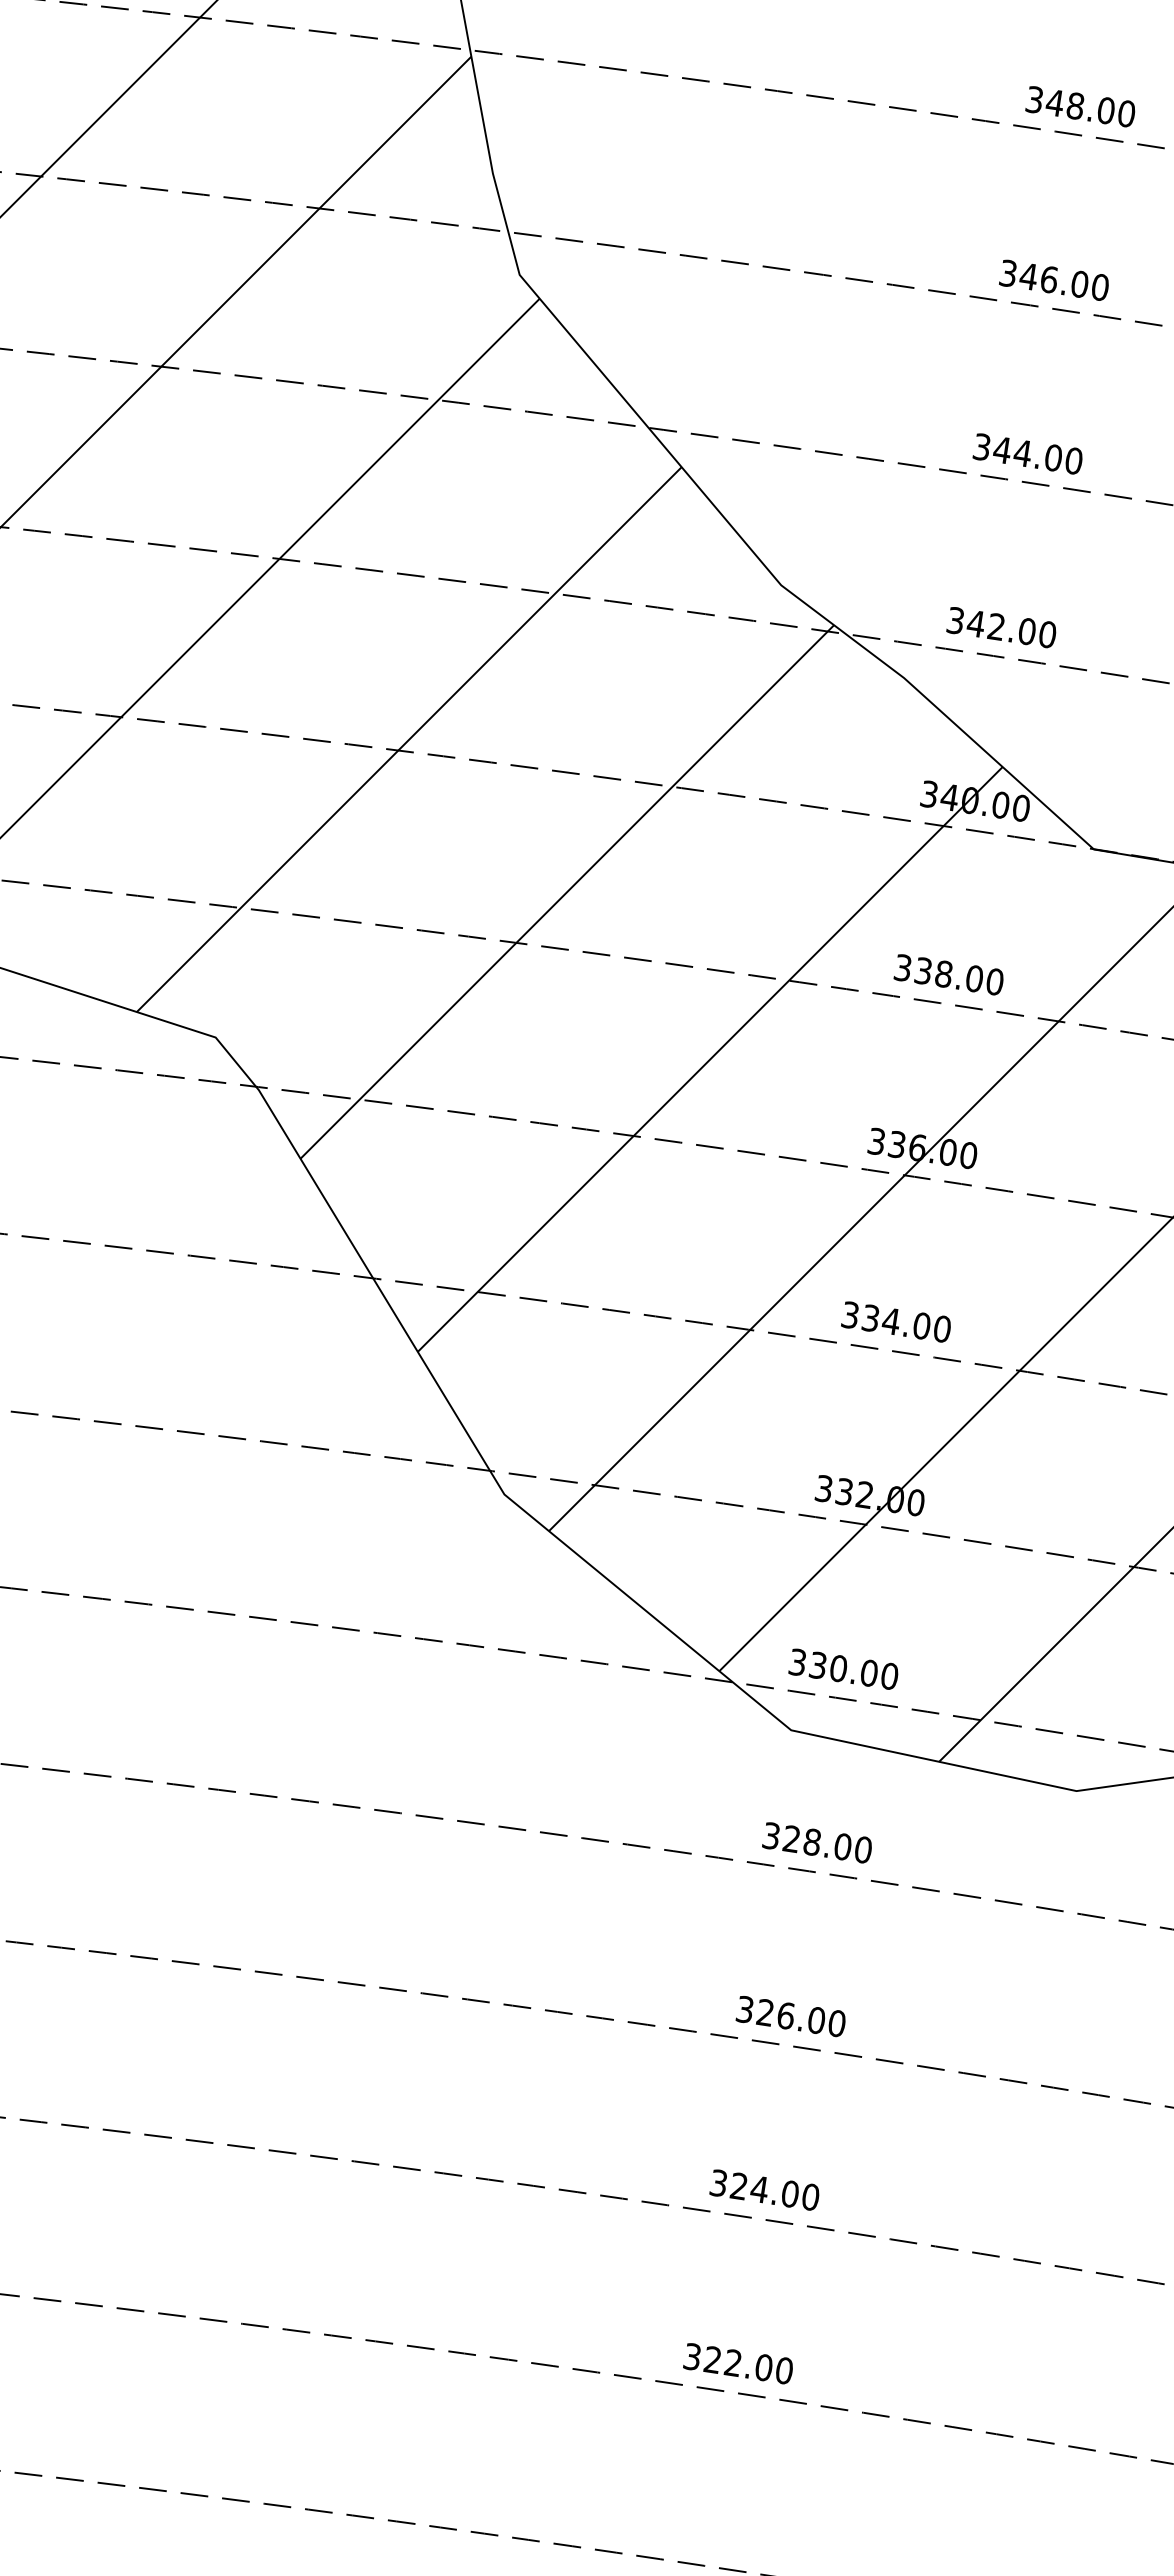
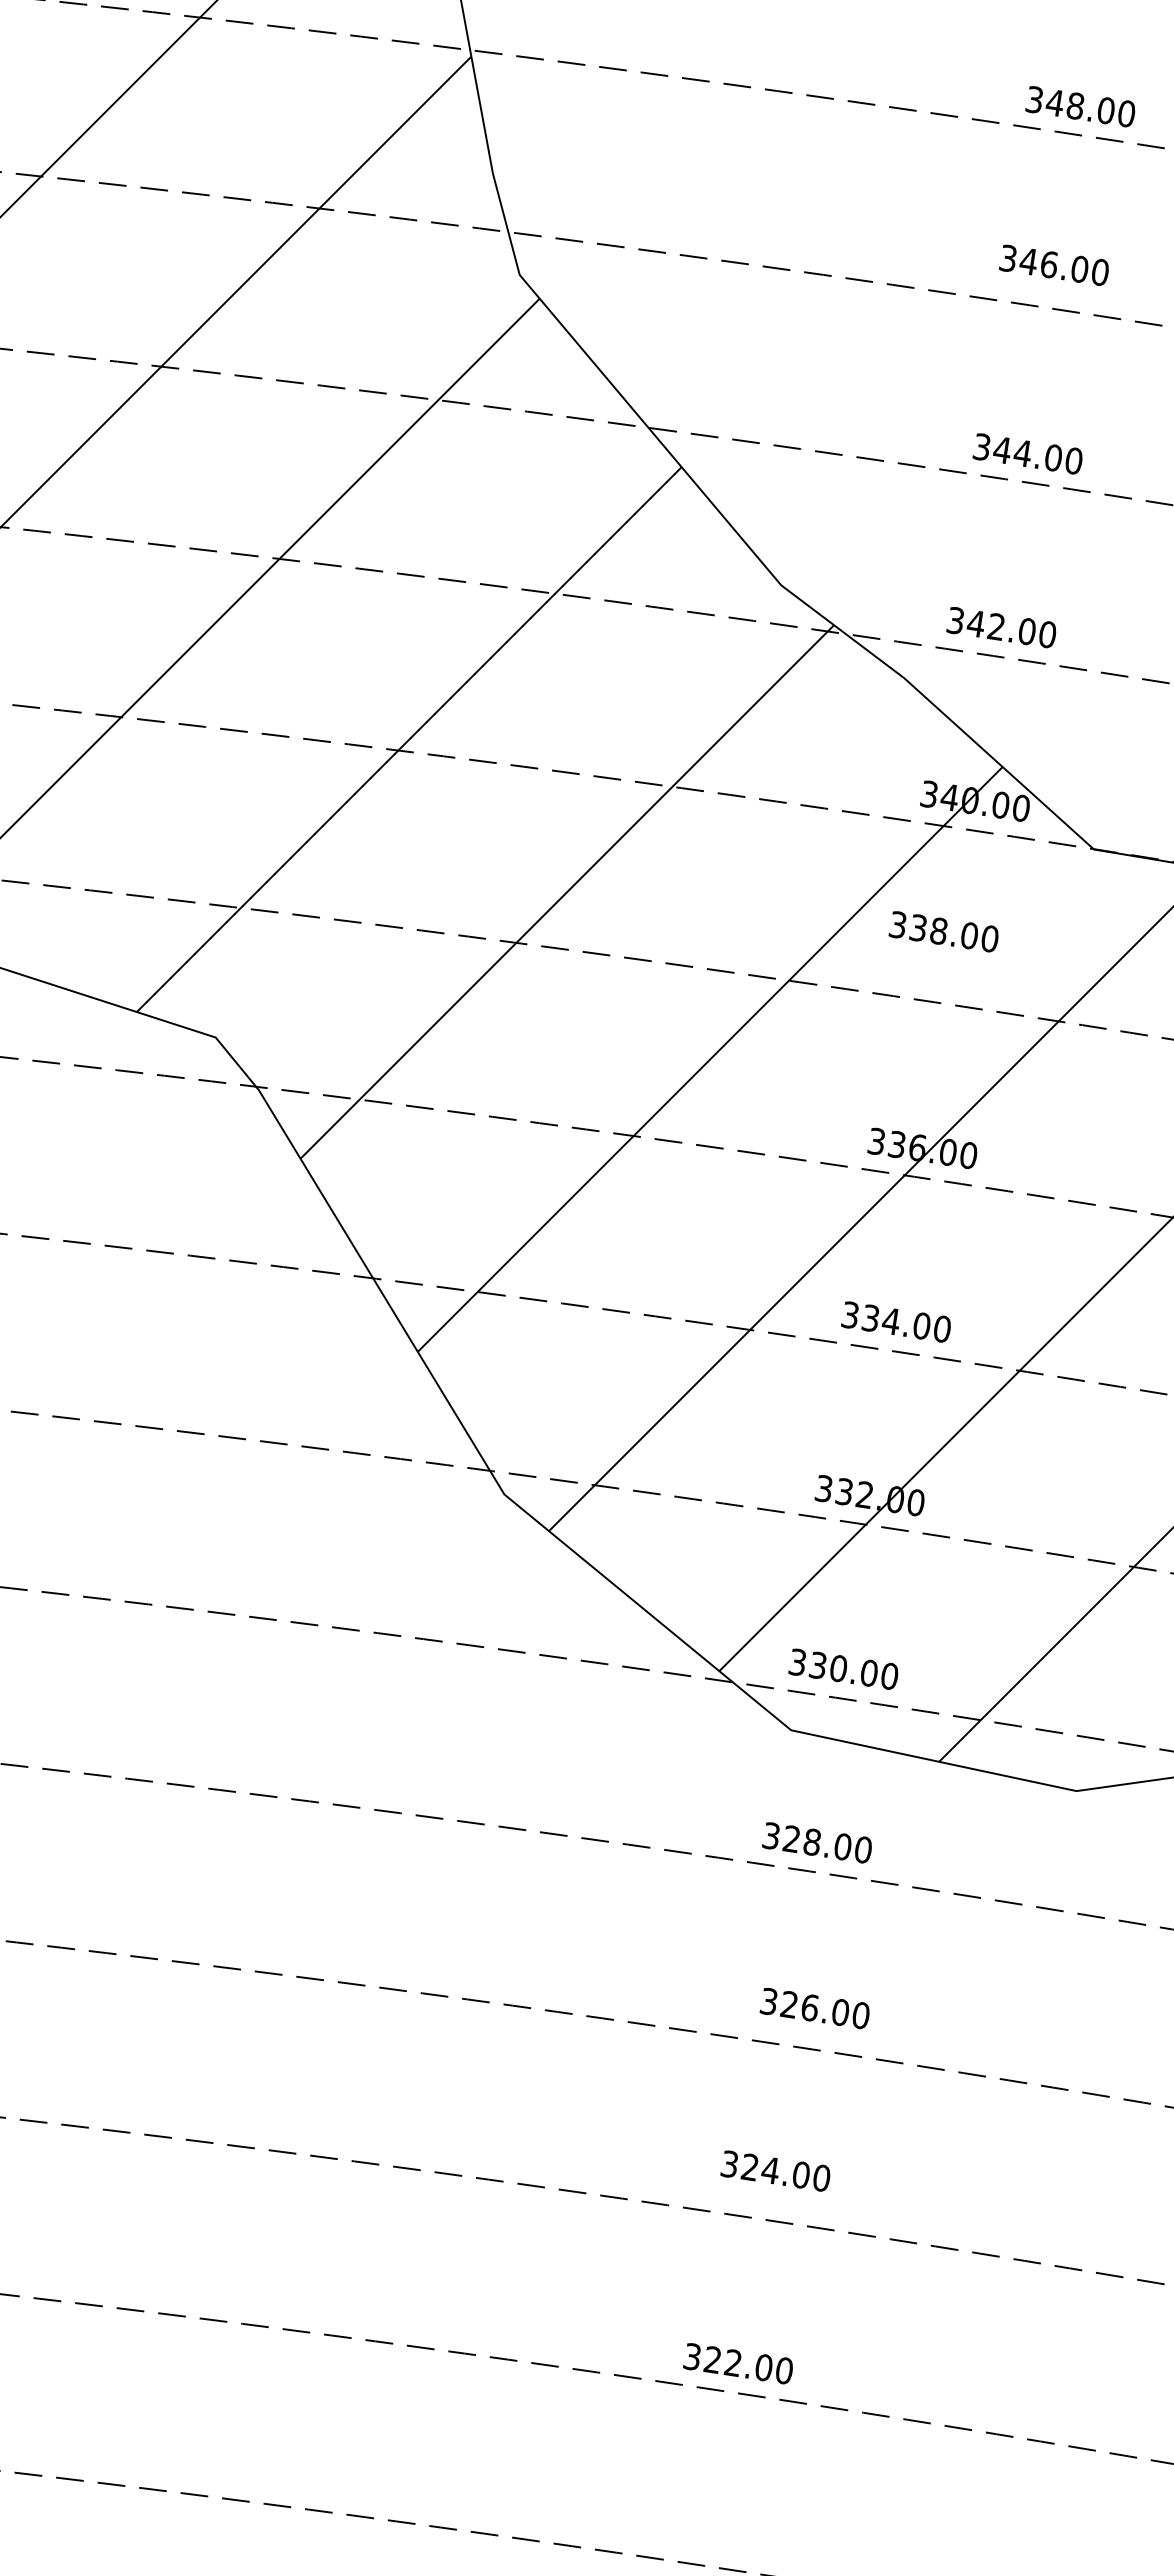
text at (1053, 279) position: (1053, 279) -> (1053, 264)
text at (948, 974) position: (948, 974) -> (943, 931)
text at (790, 2016) position: (790, 2016) -> (814, 2008)
text at (764, 2189) position: (764, 2189) -> (775, 2170)
